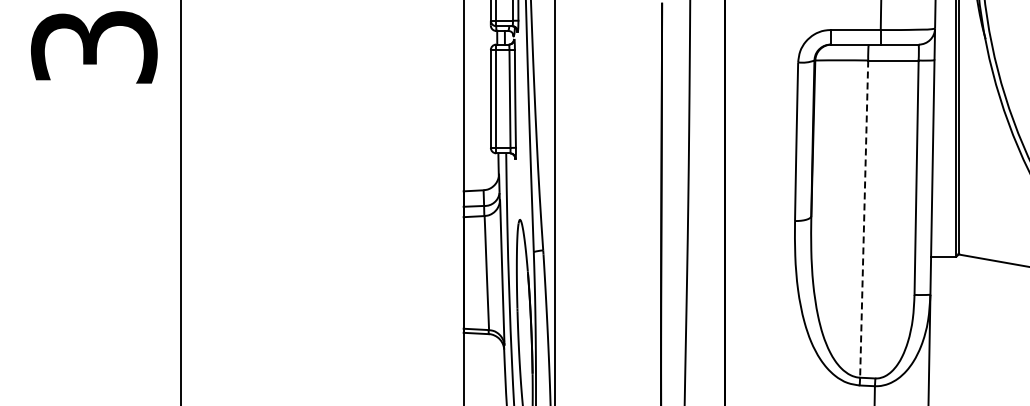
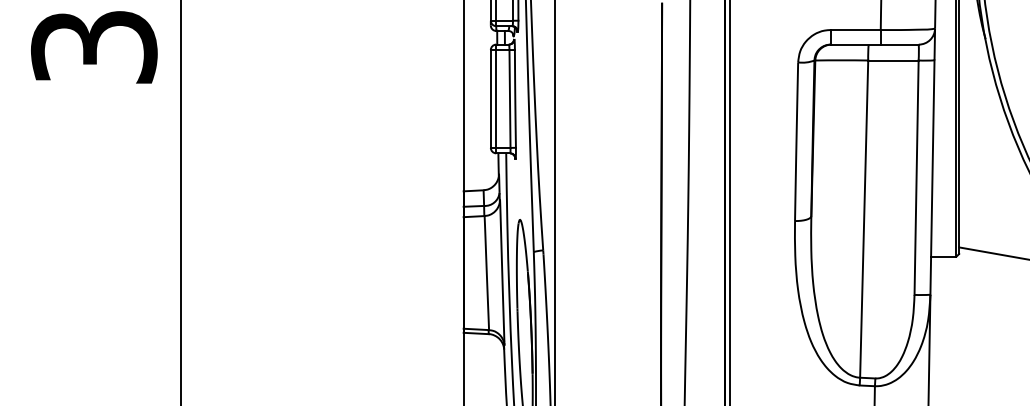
line at (730, 202): none -> present
line at (864, 219): dashed -> solid
line at (992, 260) position: (992, 260) -> (992, 253)
